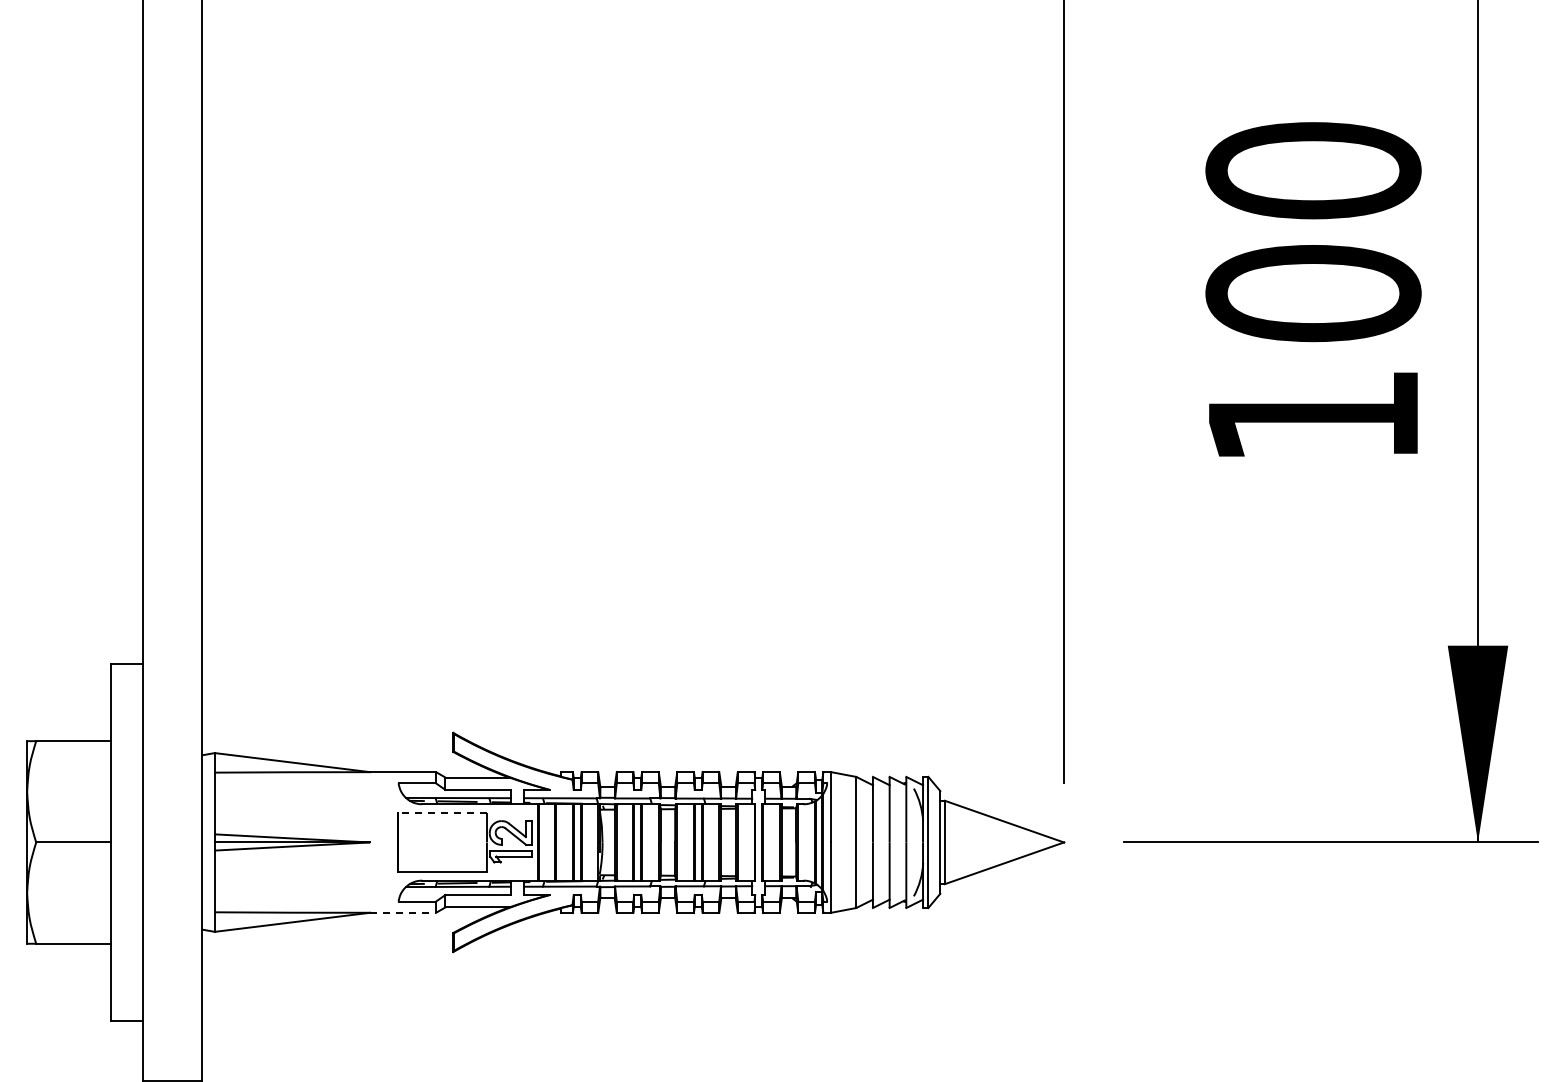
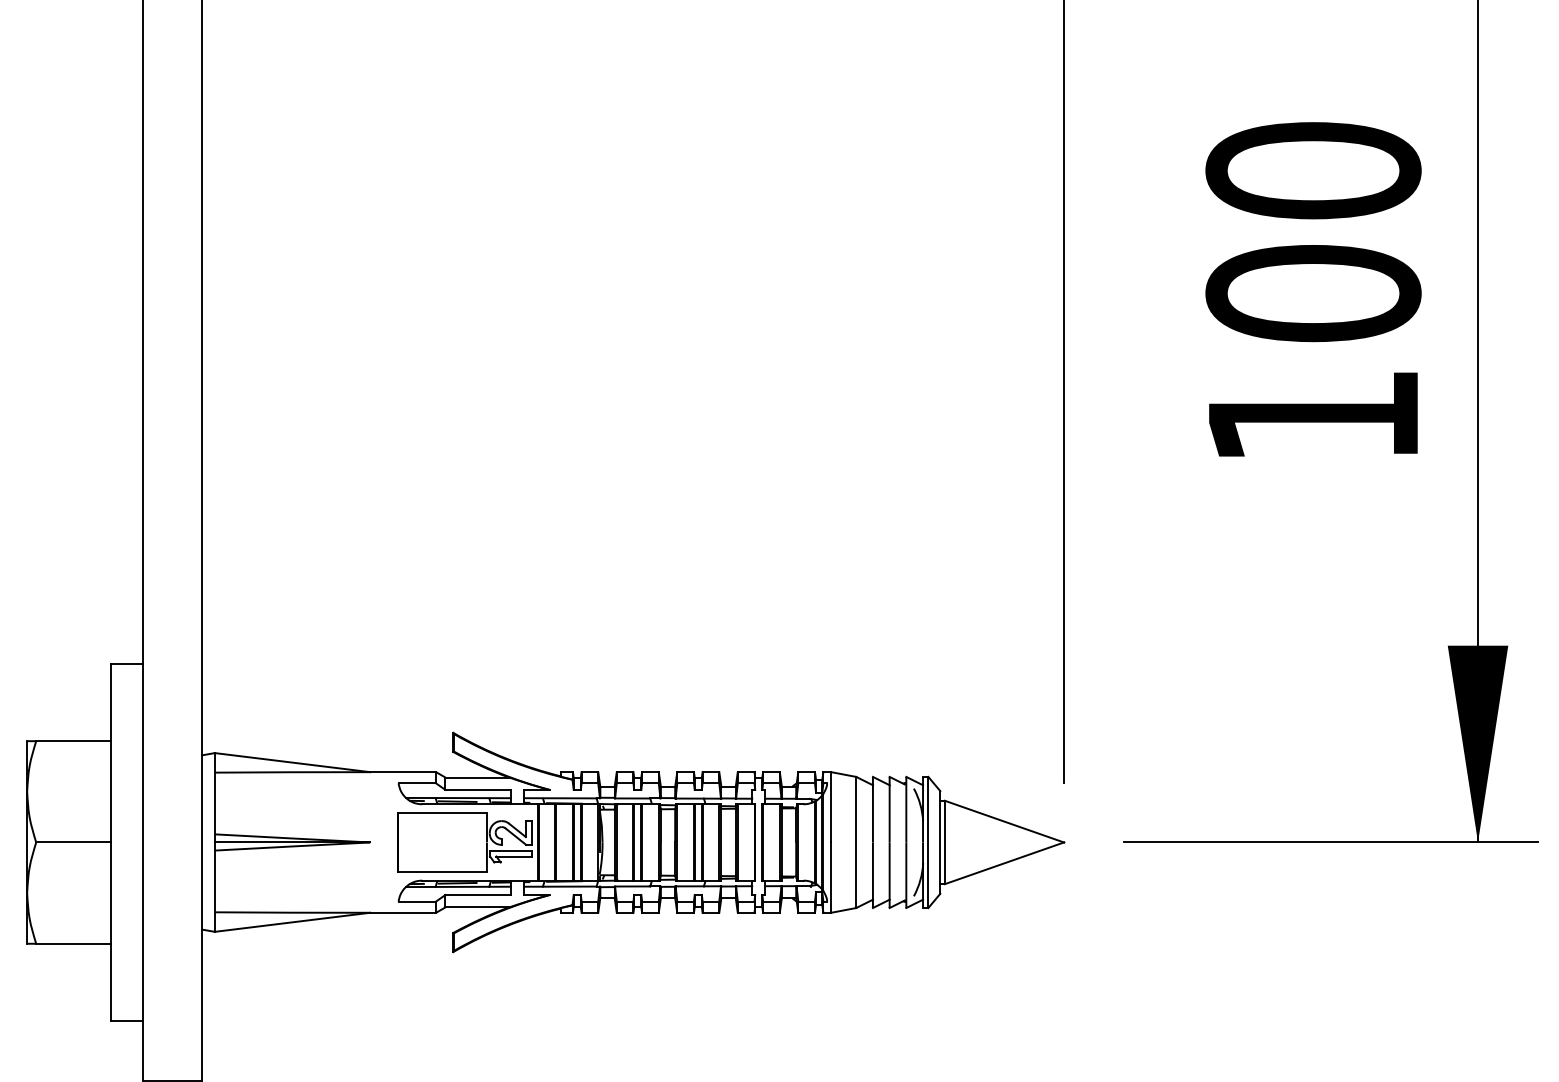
line at (442, 812): dashed -> solid
line at (403, 912): dashed -> solid
